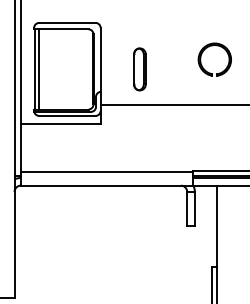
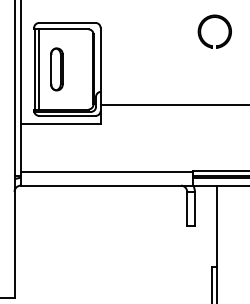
part at (209, 47) position: (209, 47) -> (209, 19)
part at (139, 69) position: (139, 69) -> (56, 69)
